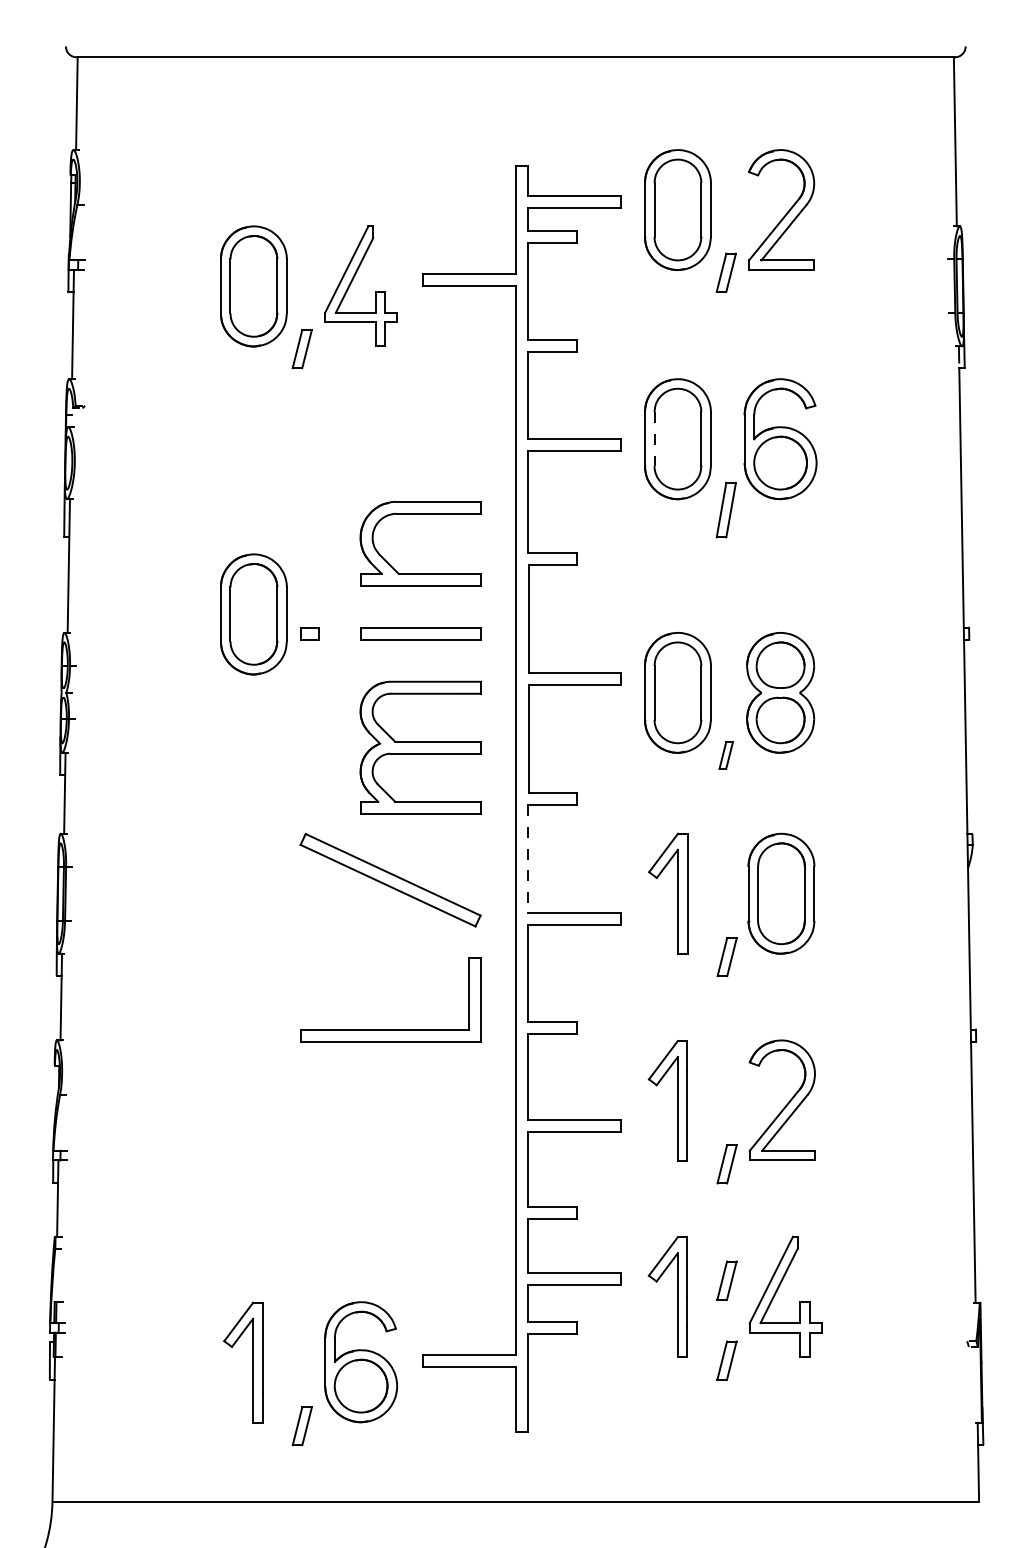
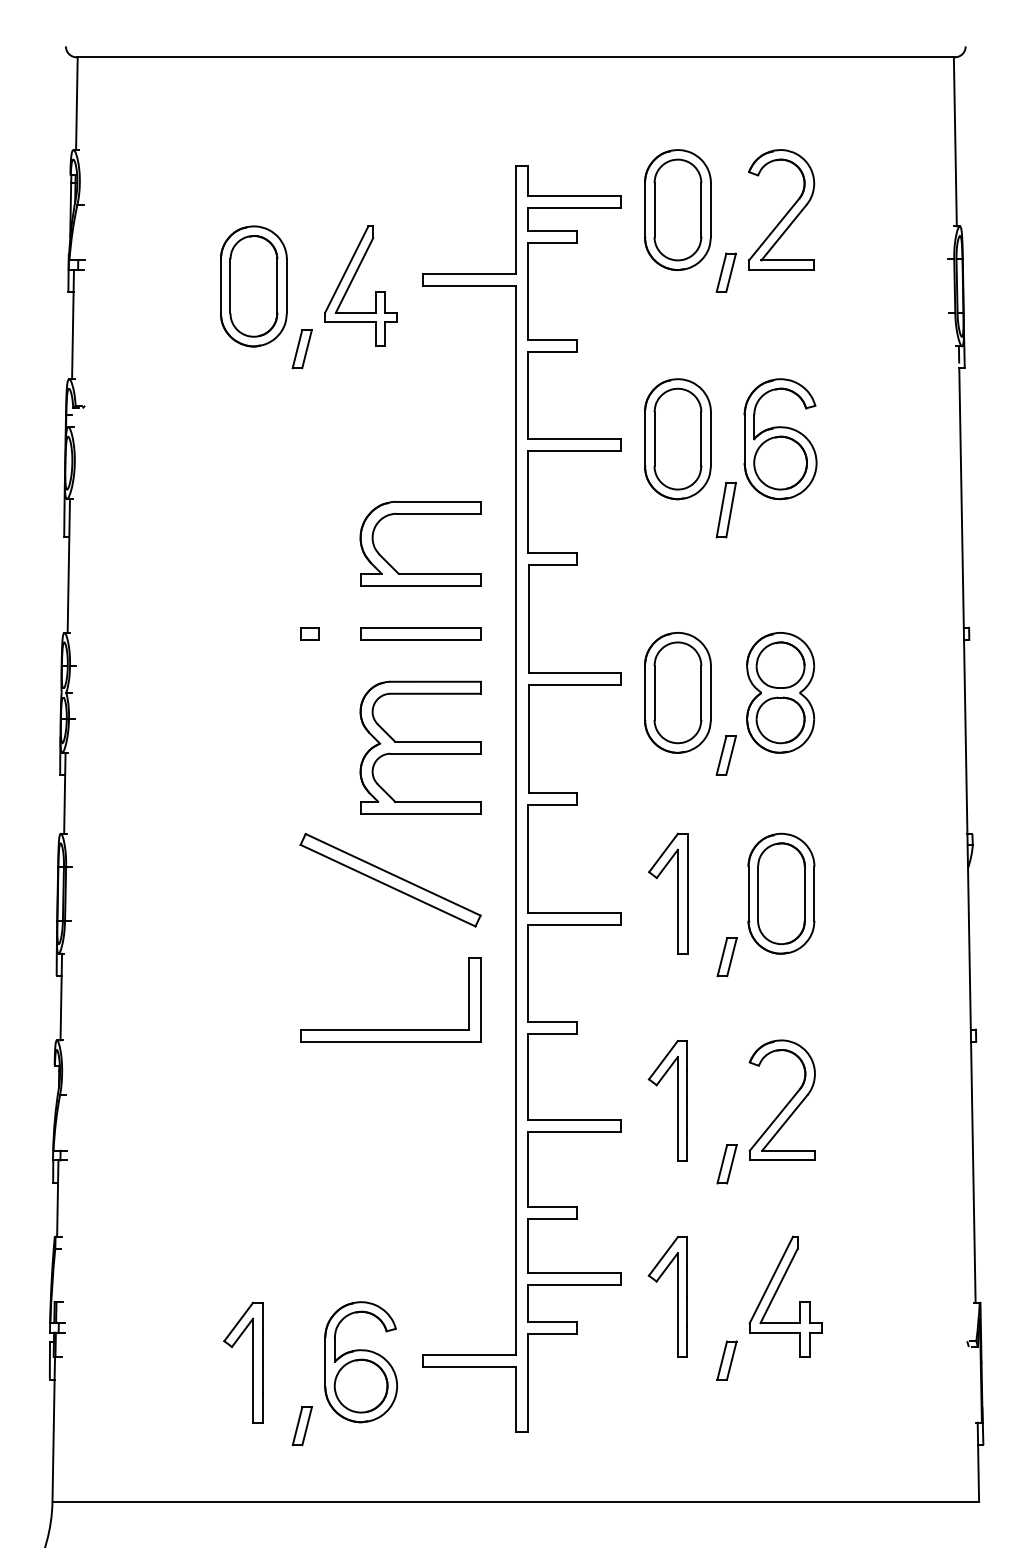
line at (654, 439): dashed -> solid
part at (253, 614): present -> none
part at (725, 755) size: 16x29 px -> 22x41 px
line at (528, 858): dashed -> solid
part at (726, 1280): present -> none
